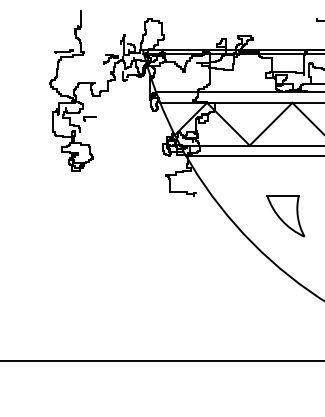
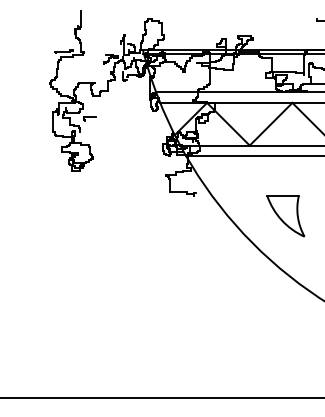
line at (161, 360) position: (161, 360) -> (161, 397)
